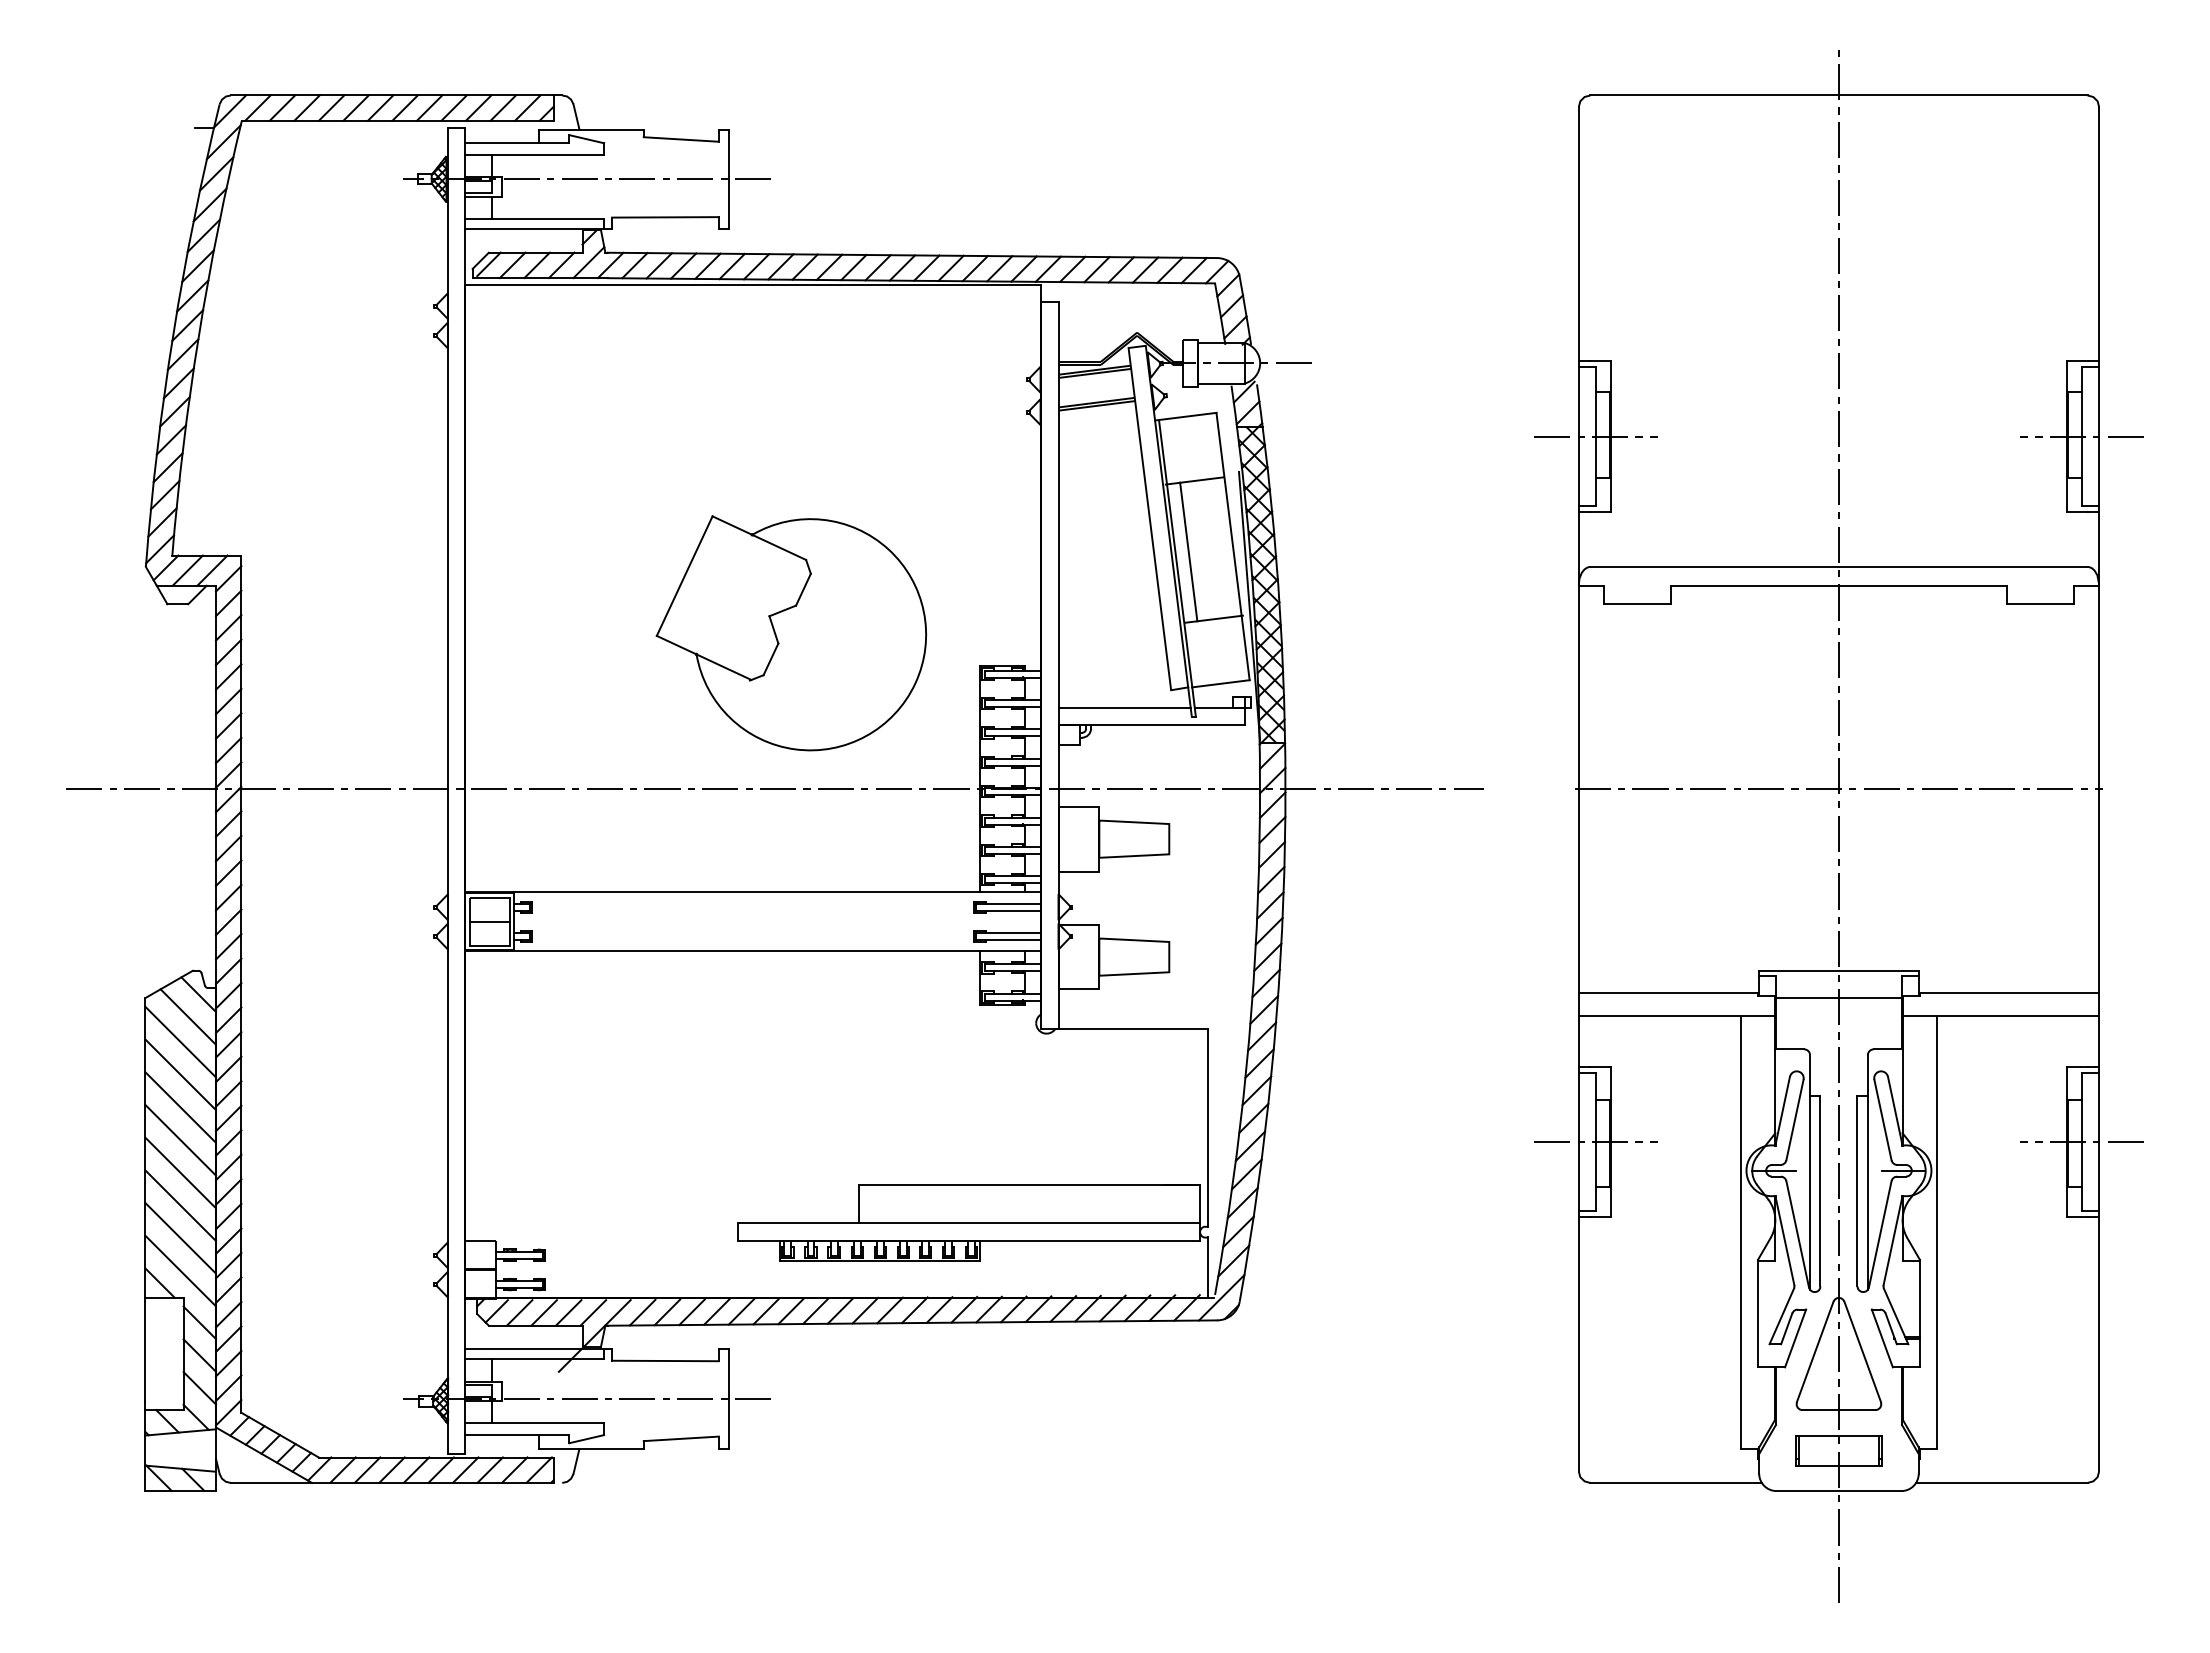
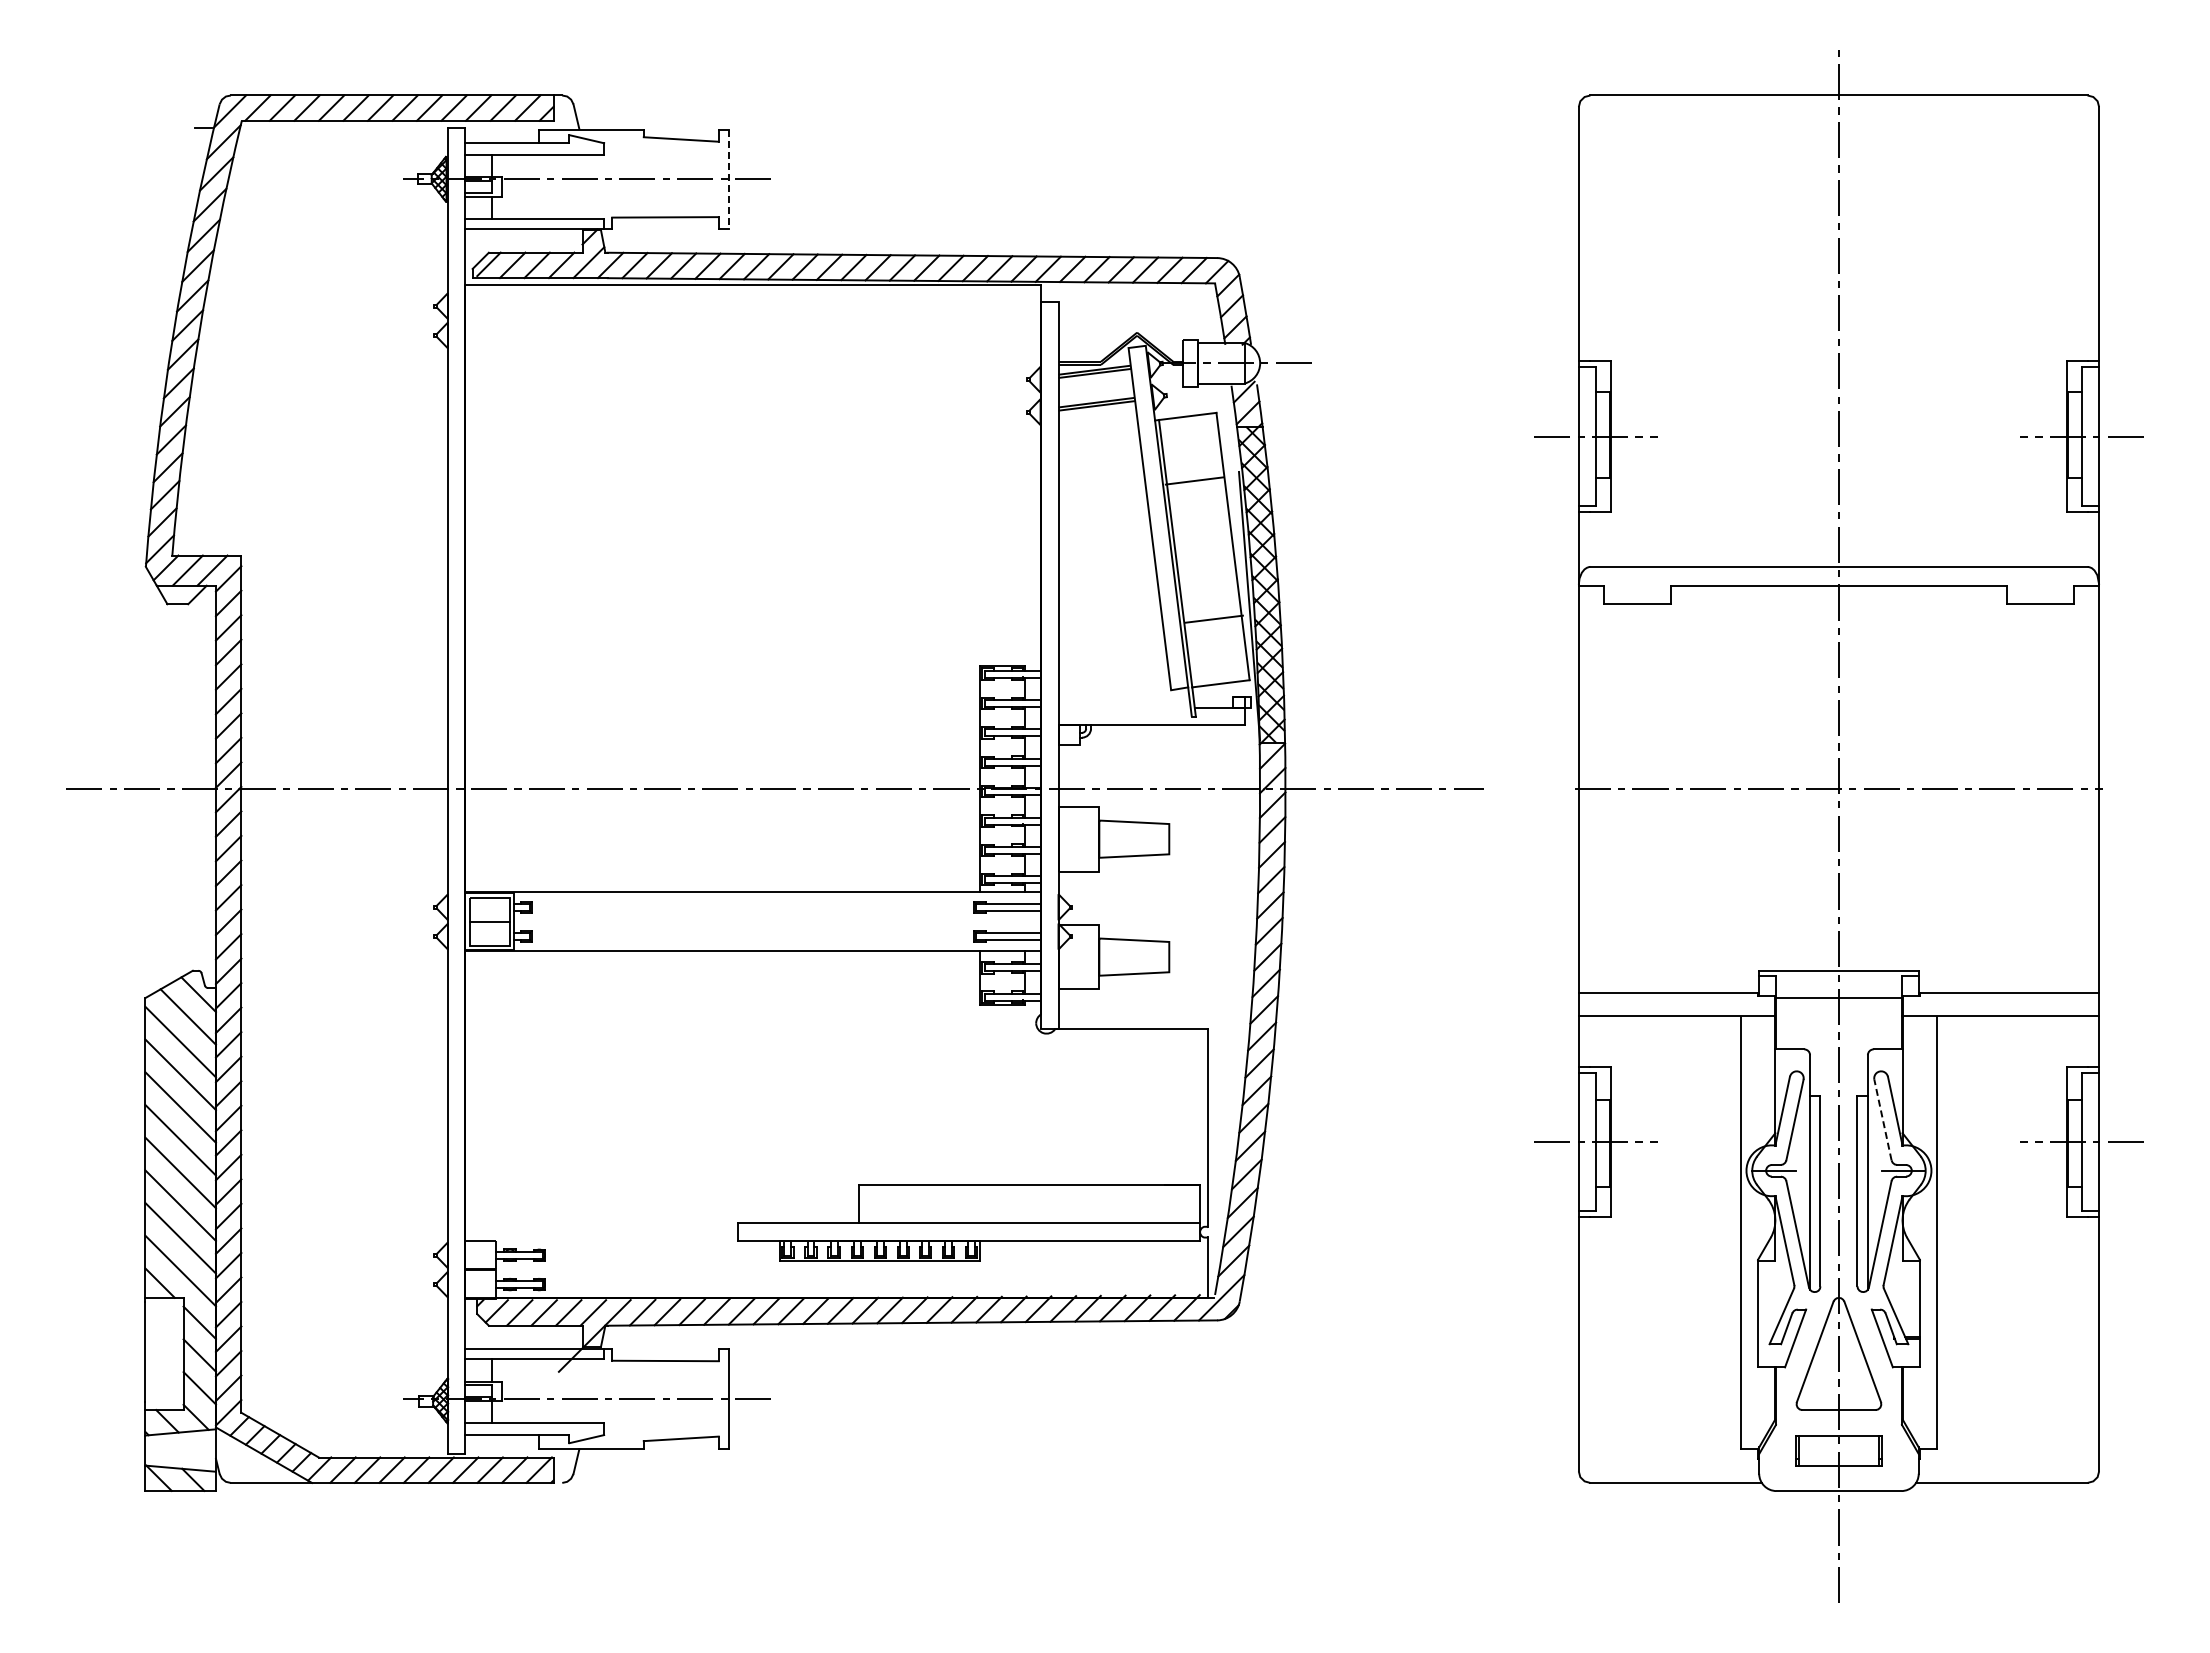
line at (729, 179): solid -> dashed
line at (1188, 551): present -> none
part at (791, 633): present -> none
line at (1124, 708): present -> none
line at (1882, 1119): solid -> dashed
